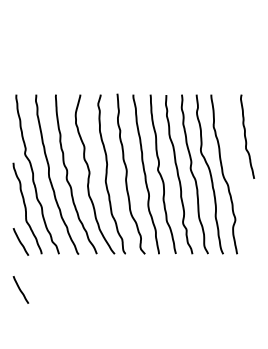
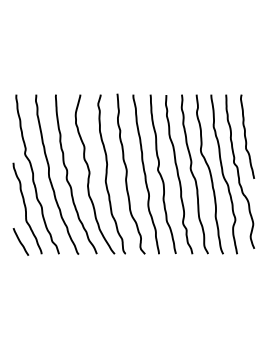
curve at (238, 171): none -> present
line at (20, 289): present -> none
